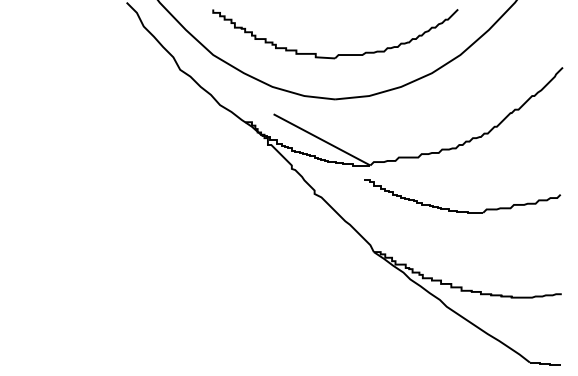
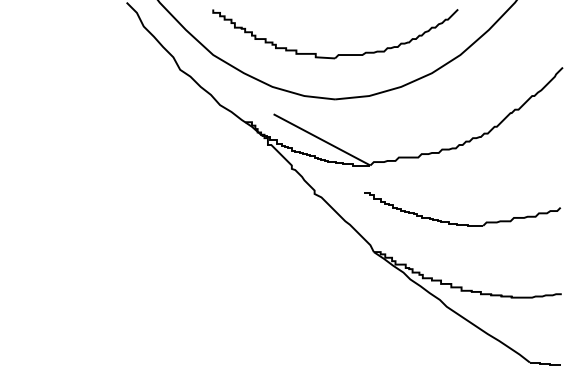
part at (457, 210) position: (457, 210) -> (457, 223)
